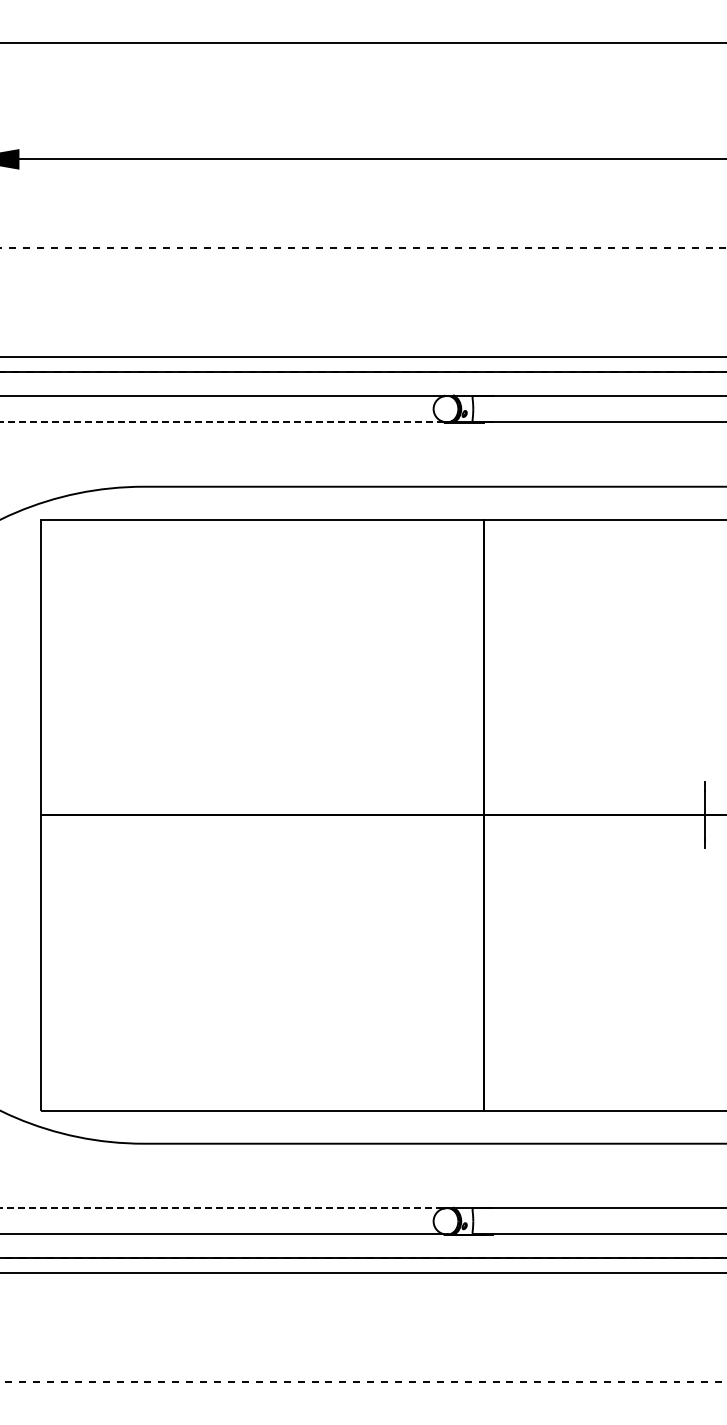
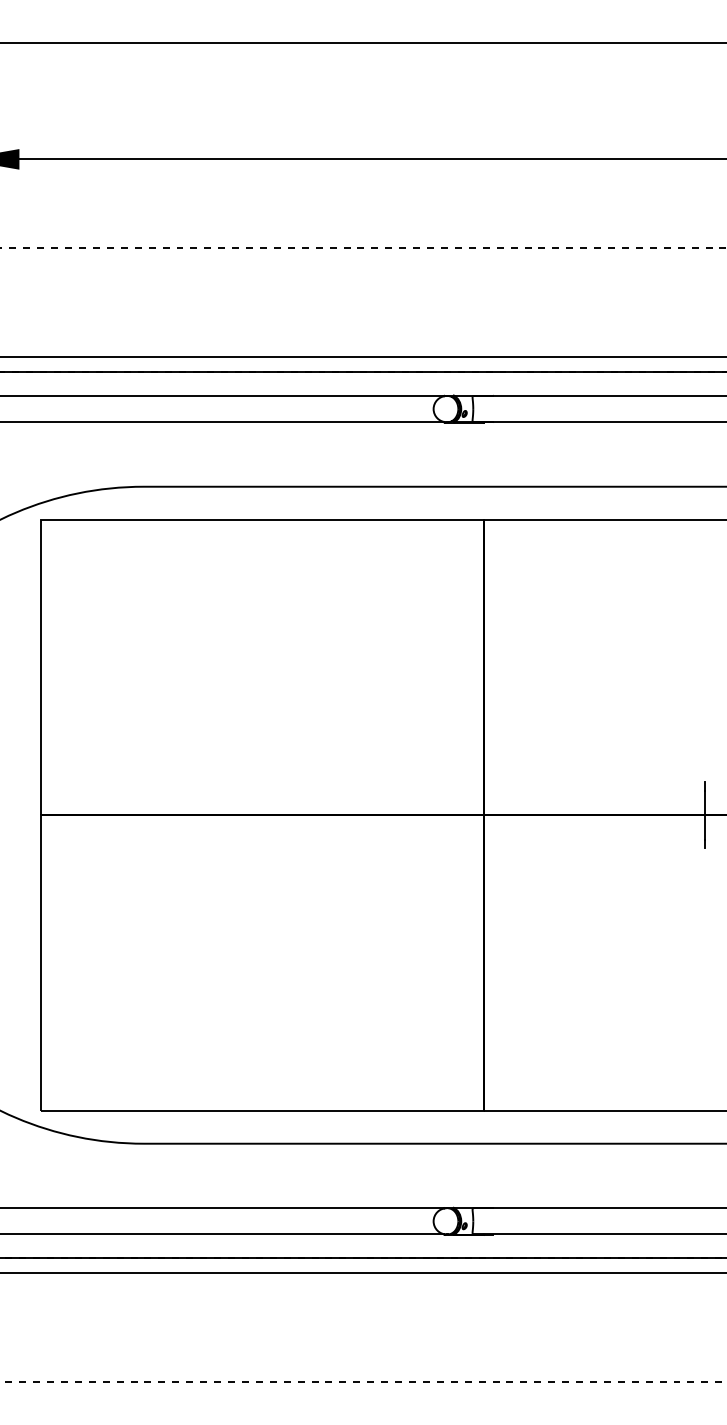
line at (222, 422): dashed -> solid
line at (222, 1208): dashed -> solid
